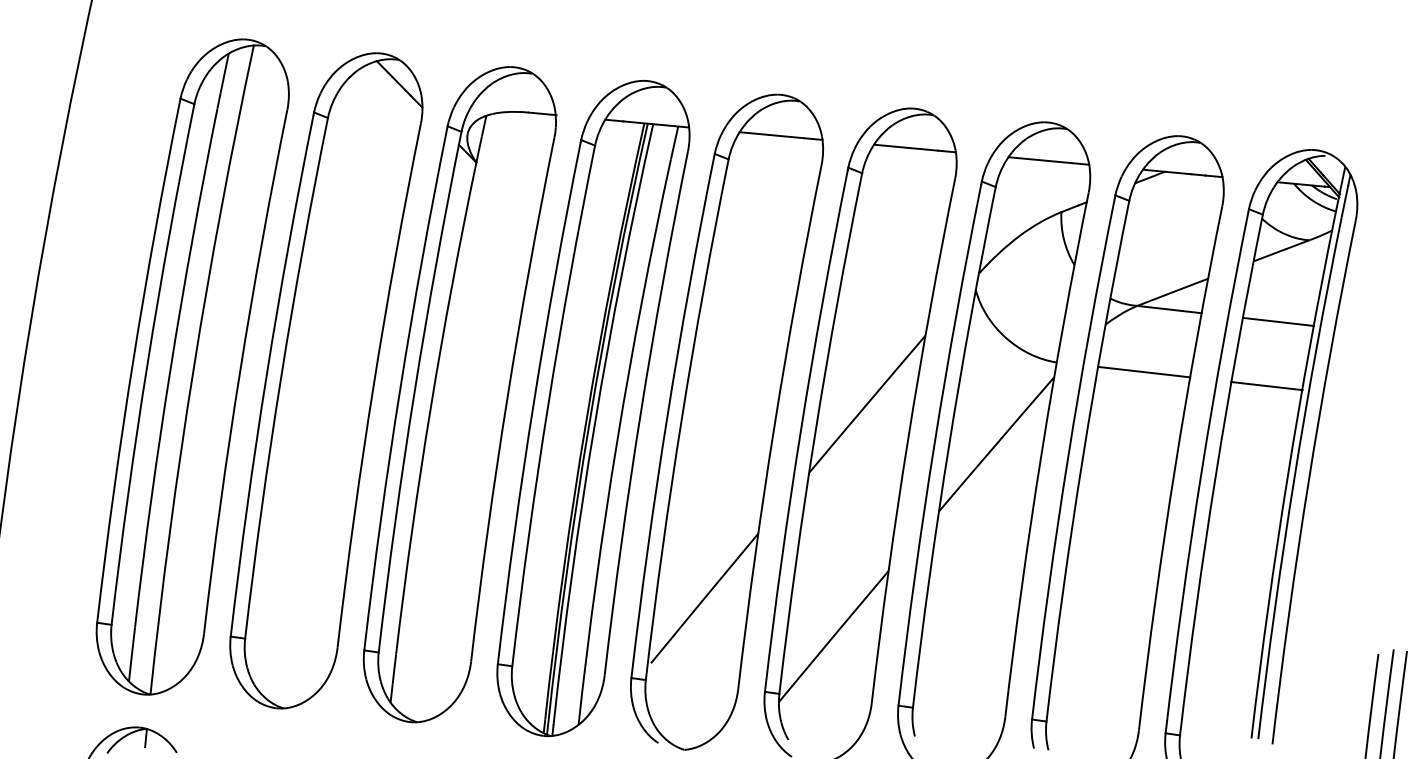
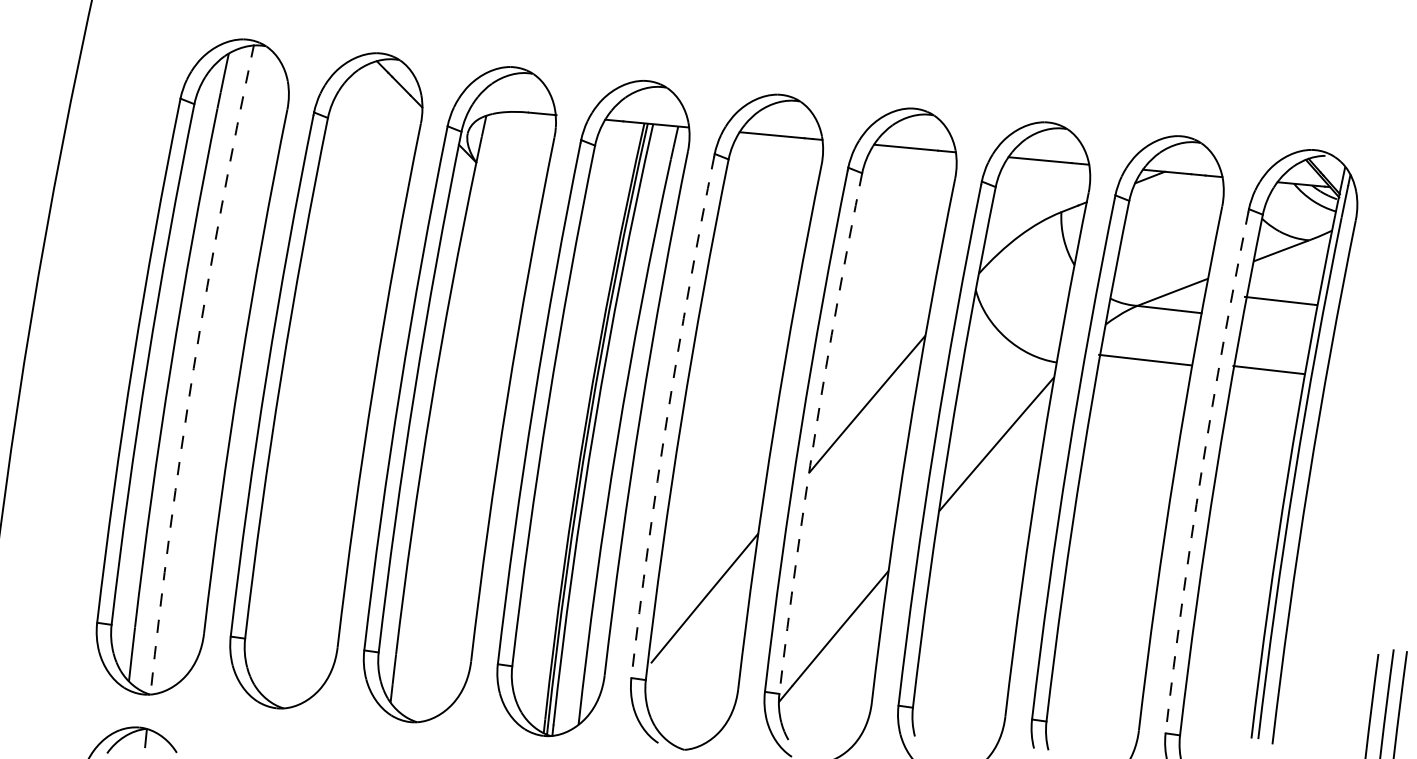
line at (1278, 321) position: (1278, 321) -> (1280, 300)
arc at (193, 368): solid -> dashed
line at (1144, 371) position: (1144, 371) -> (1145, 359)
line at (1266, 386) position: (1266, 386) -> (1268, 370)
arc at (667, 416): solid -> dashed
arc at (815, 432): solid -> dashed
arc at (1201, 471): solid -> dashed
